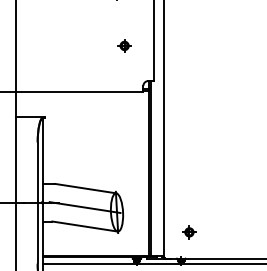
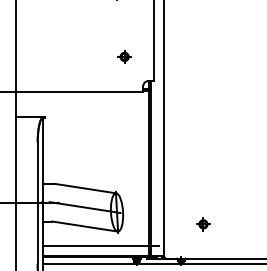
part at (124, 45) position: (124, 45) -> (124, 56)
part at (189, 232) position: (189, 232) -> (203, 224)
line at (100, 245): none -> present
